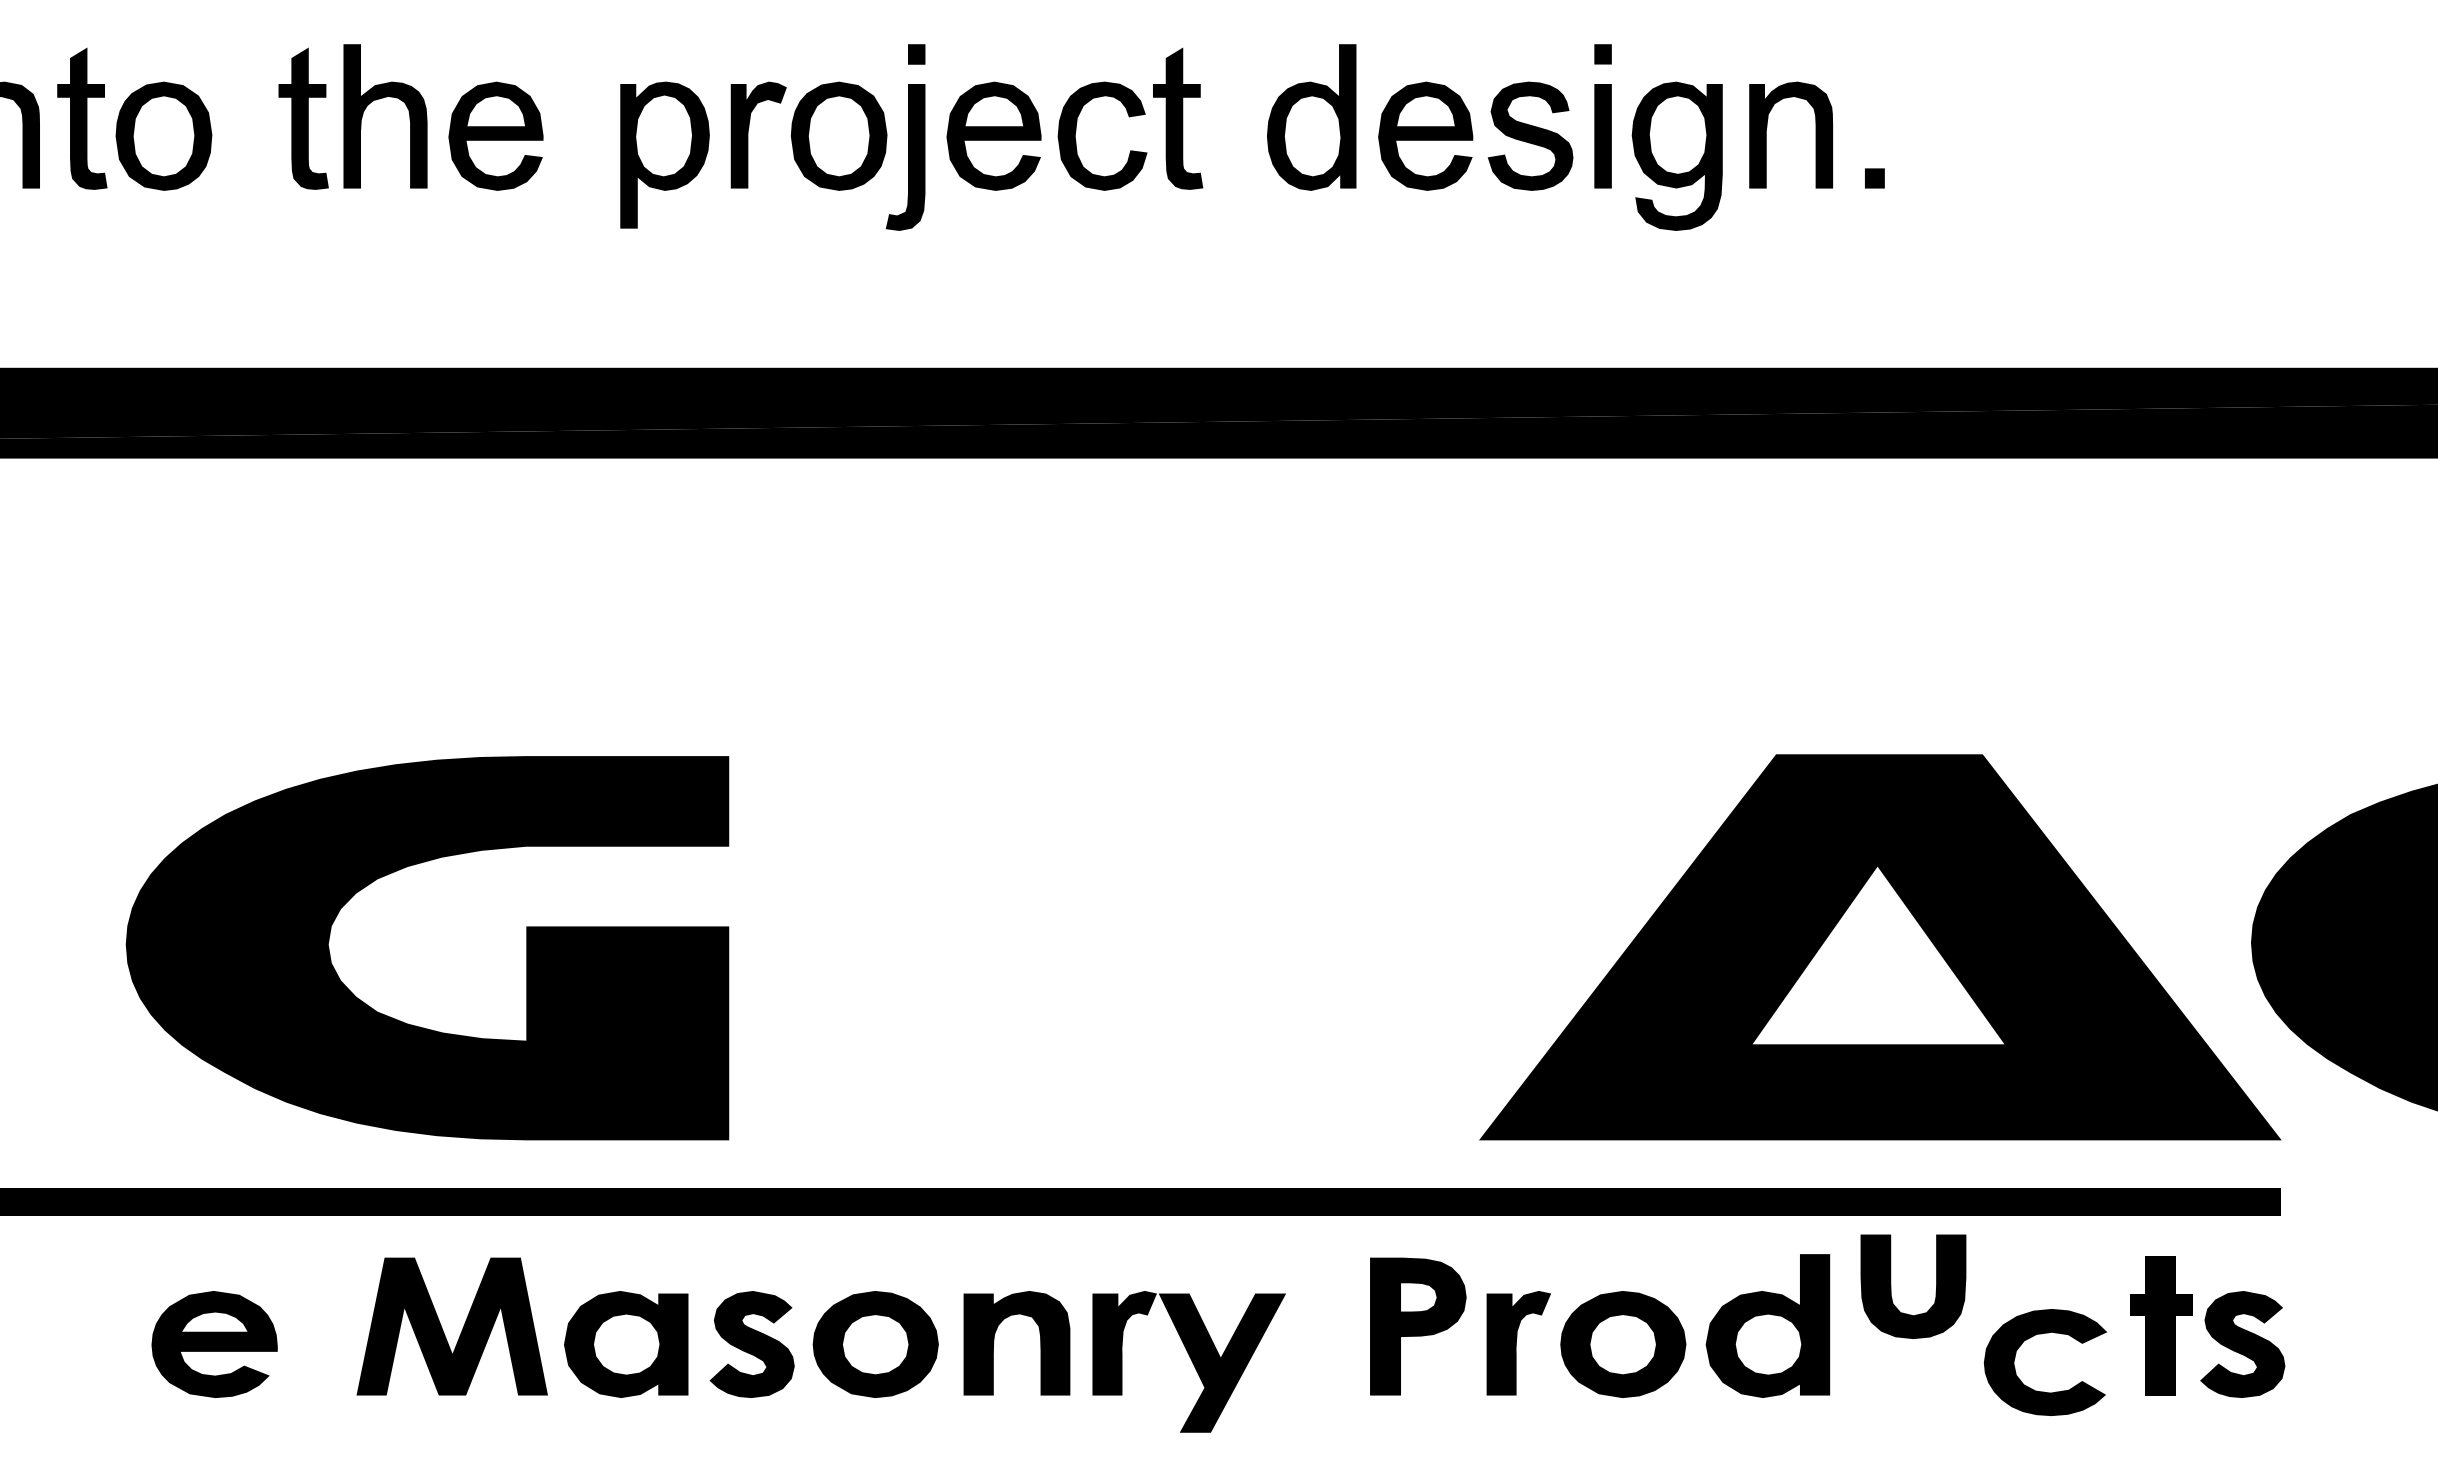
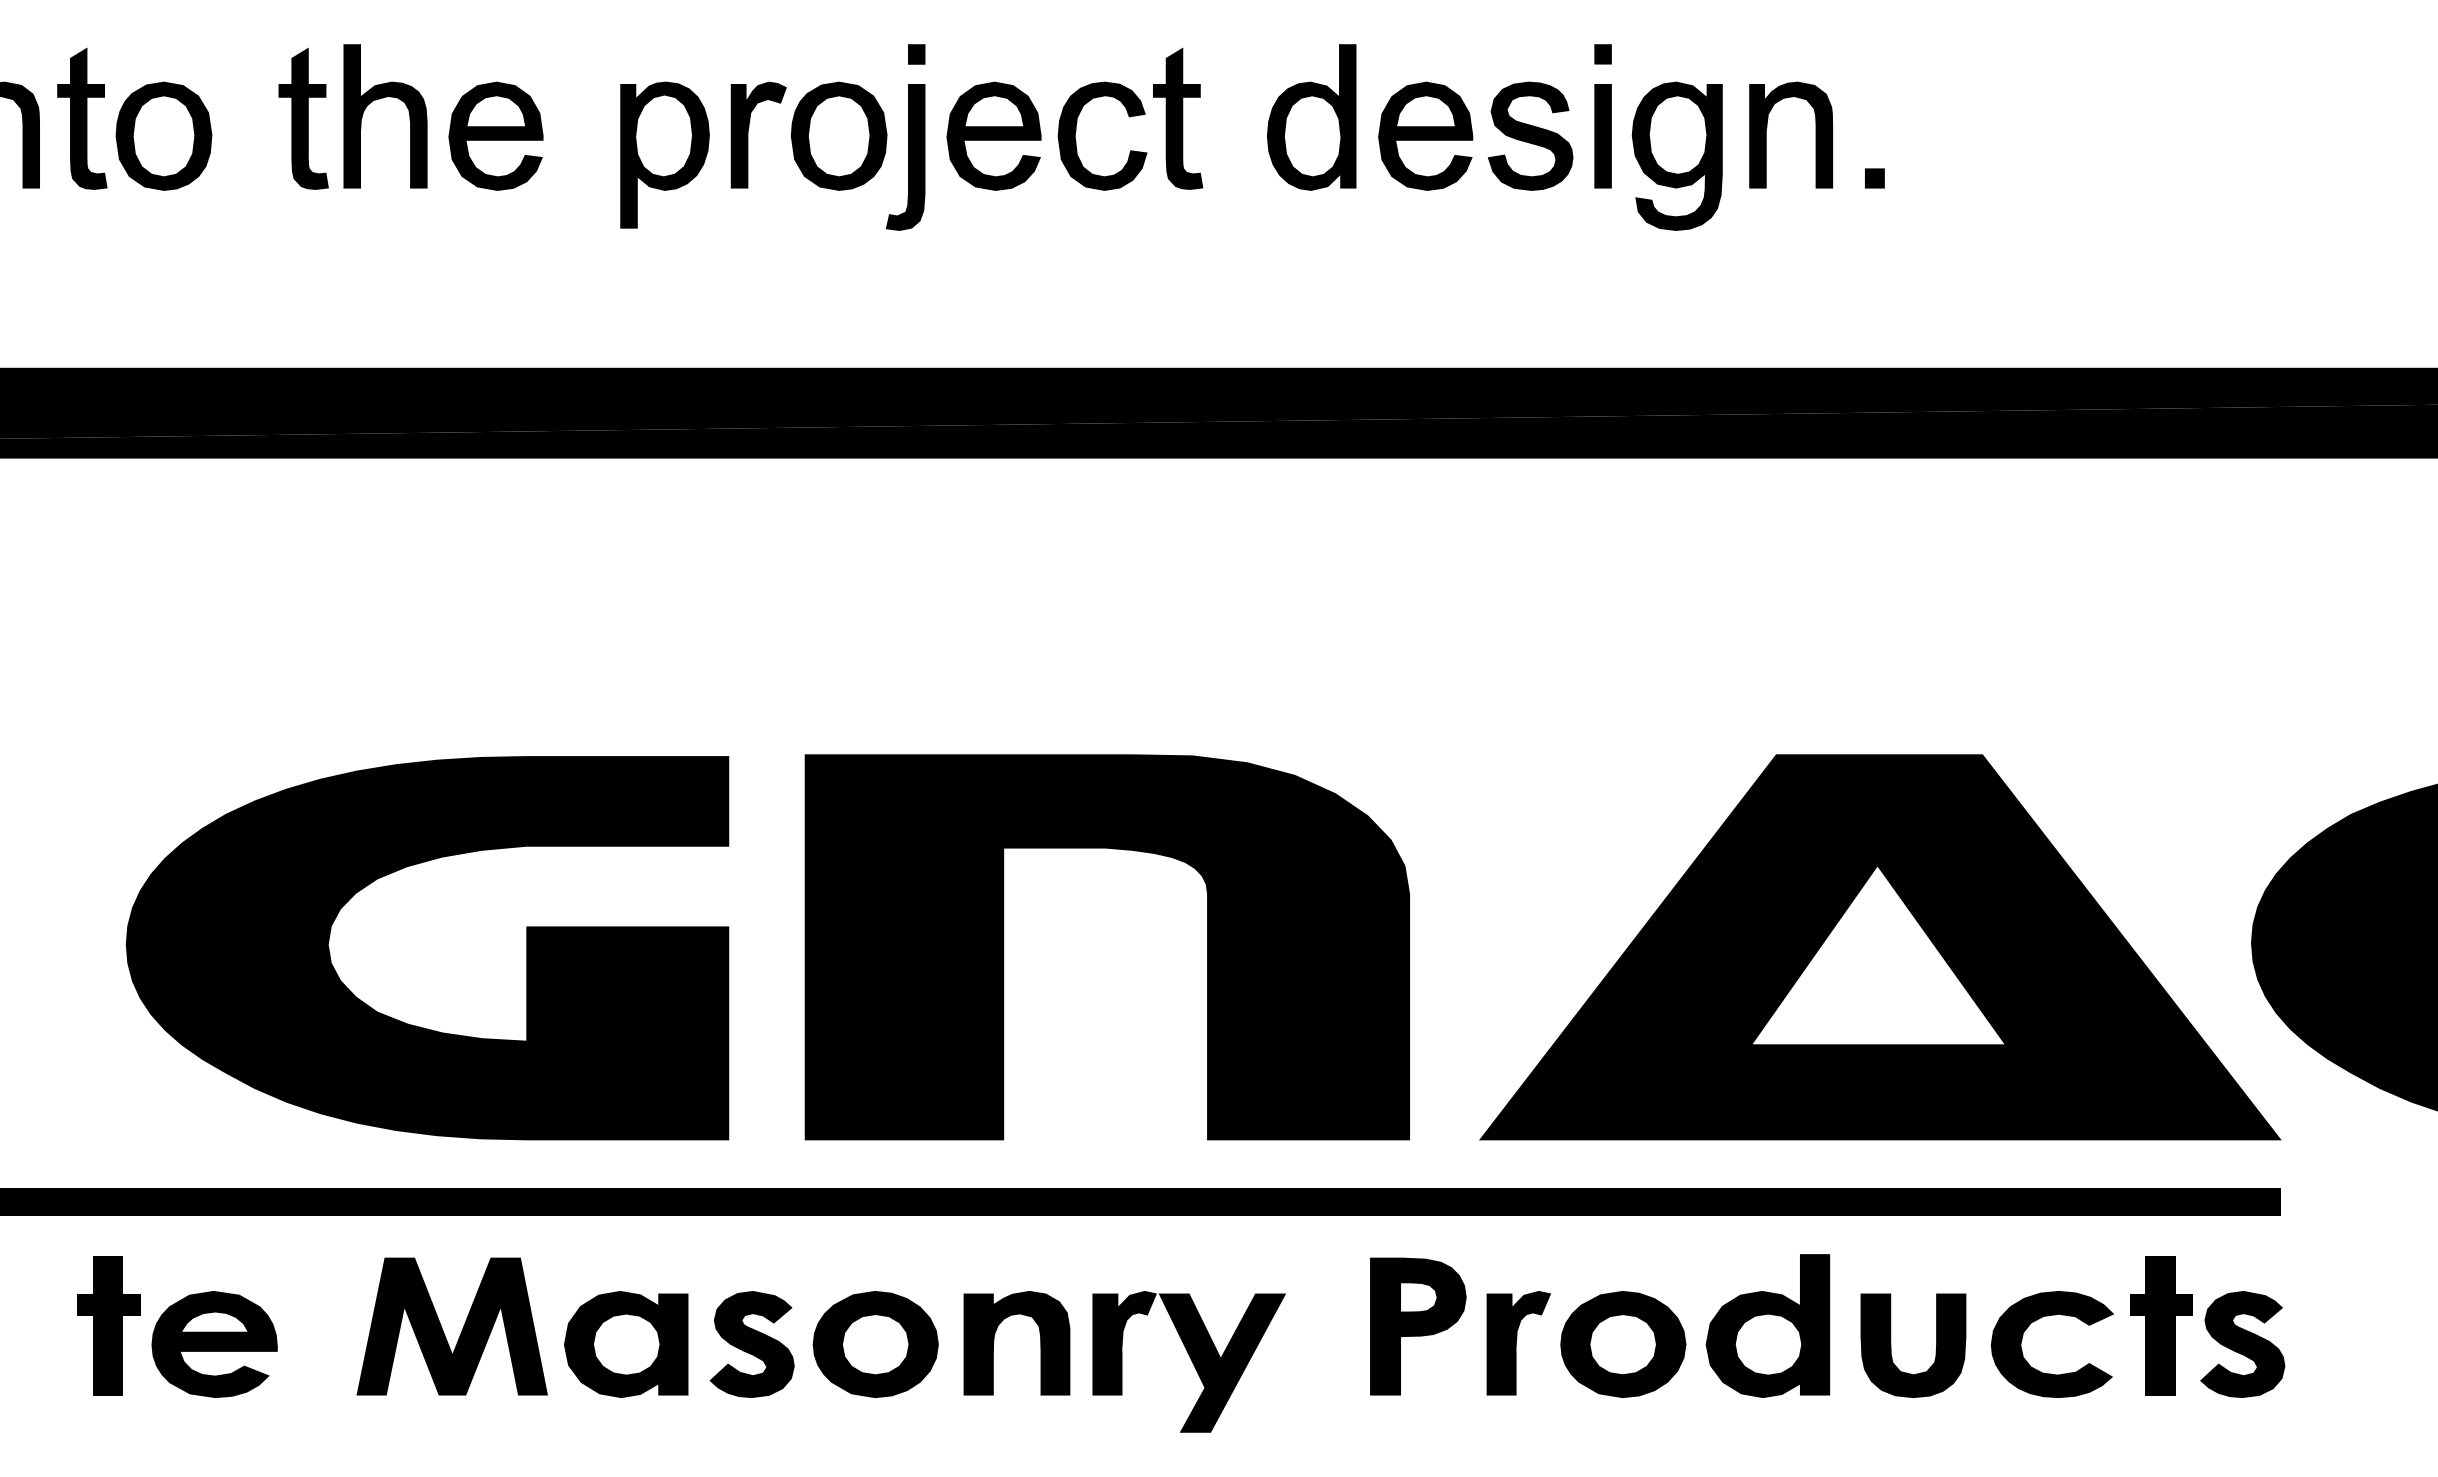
fill at (1107, 947): none -> present
part at (1891, 1286) position: (1891, 1286) -> (1891, 1345)
fill at (109, 1325): none -> present
part at (2032, 1337) position: (2032, 1337) -> (2039, 1319)
